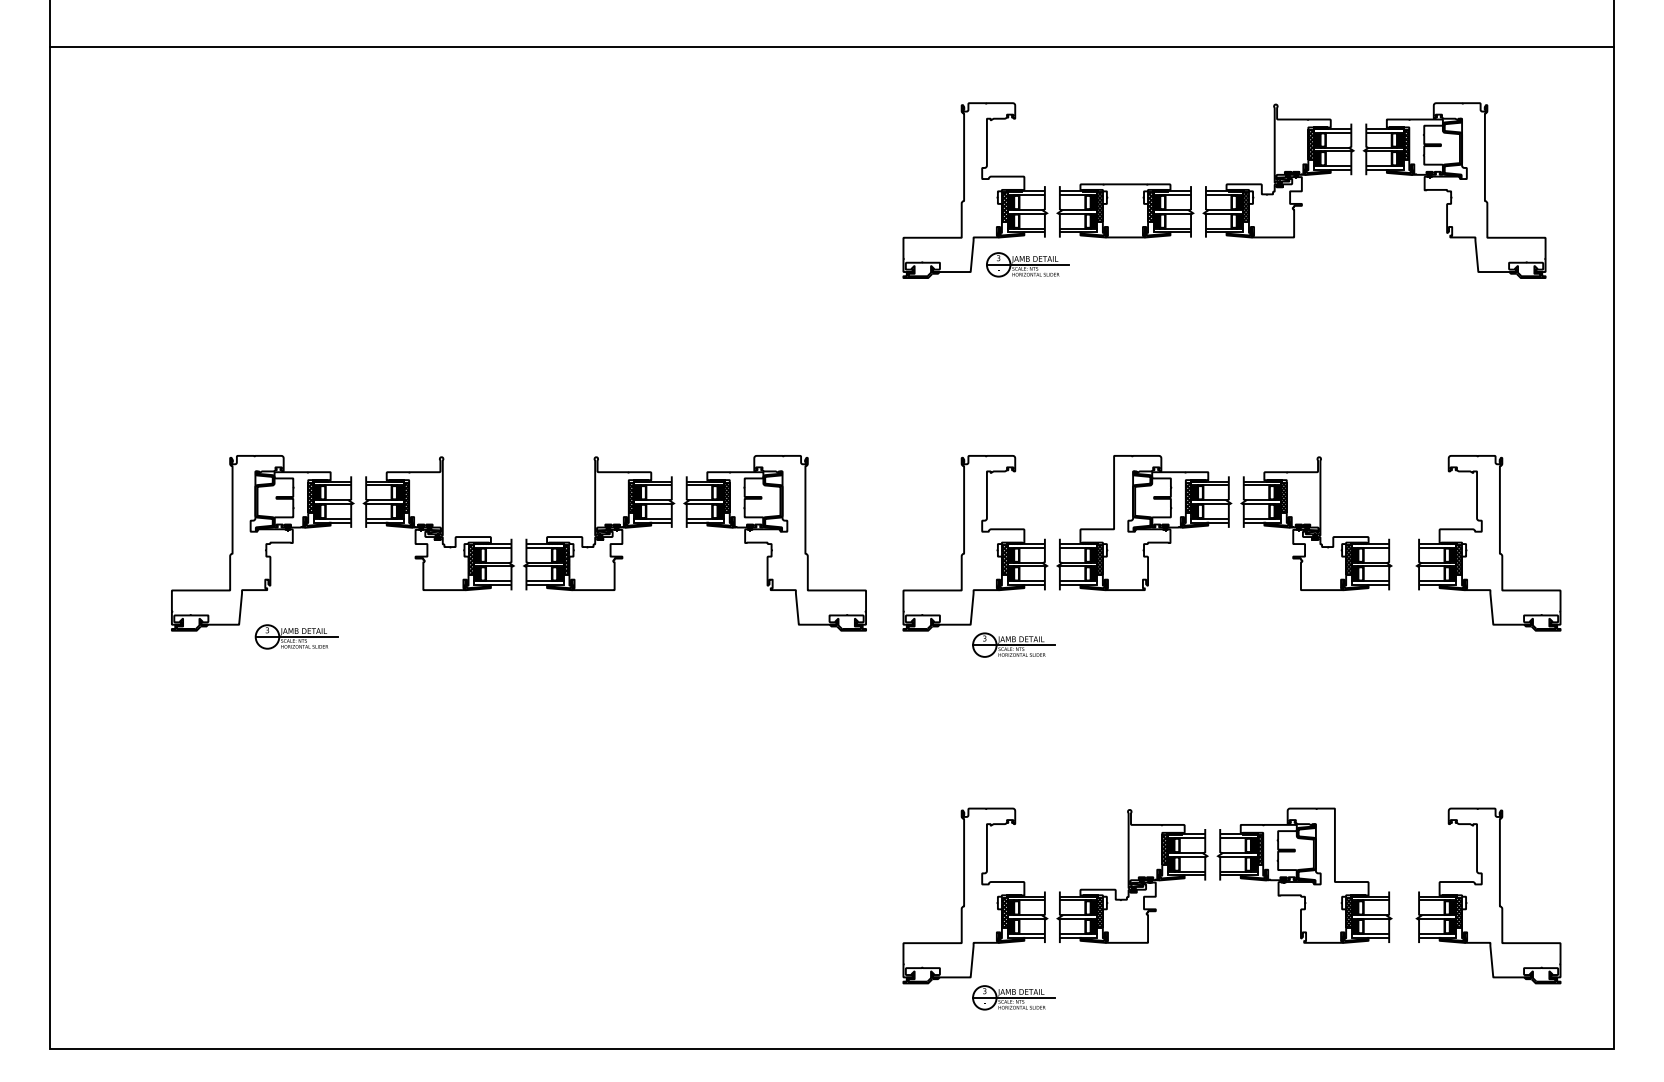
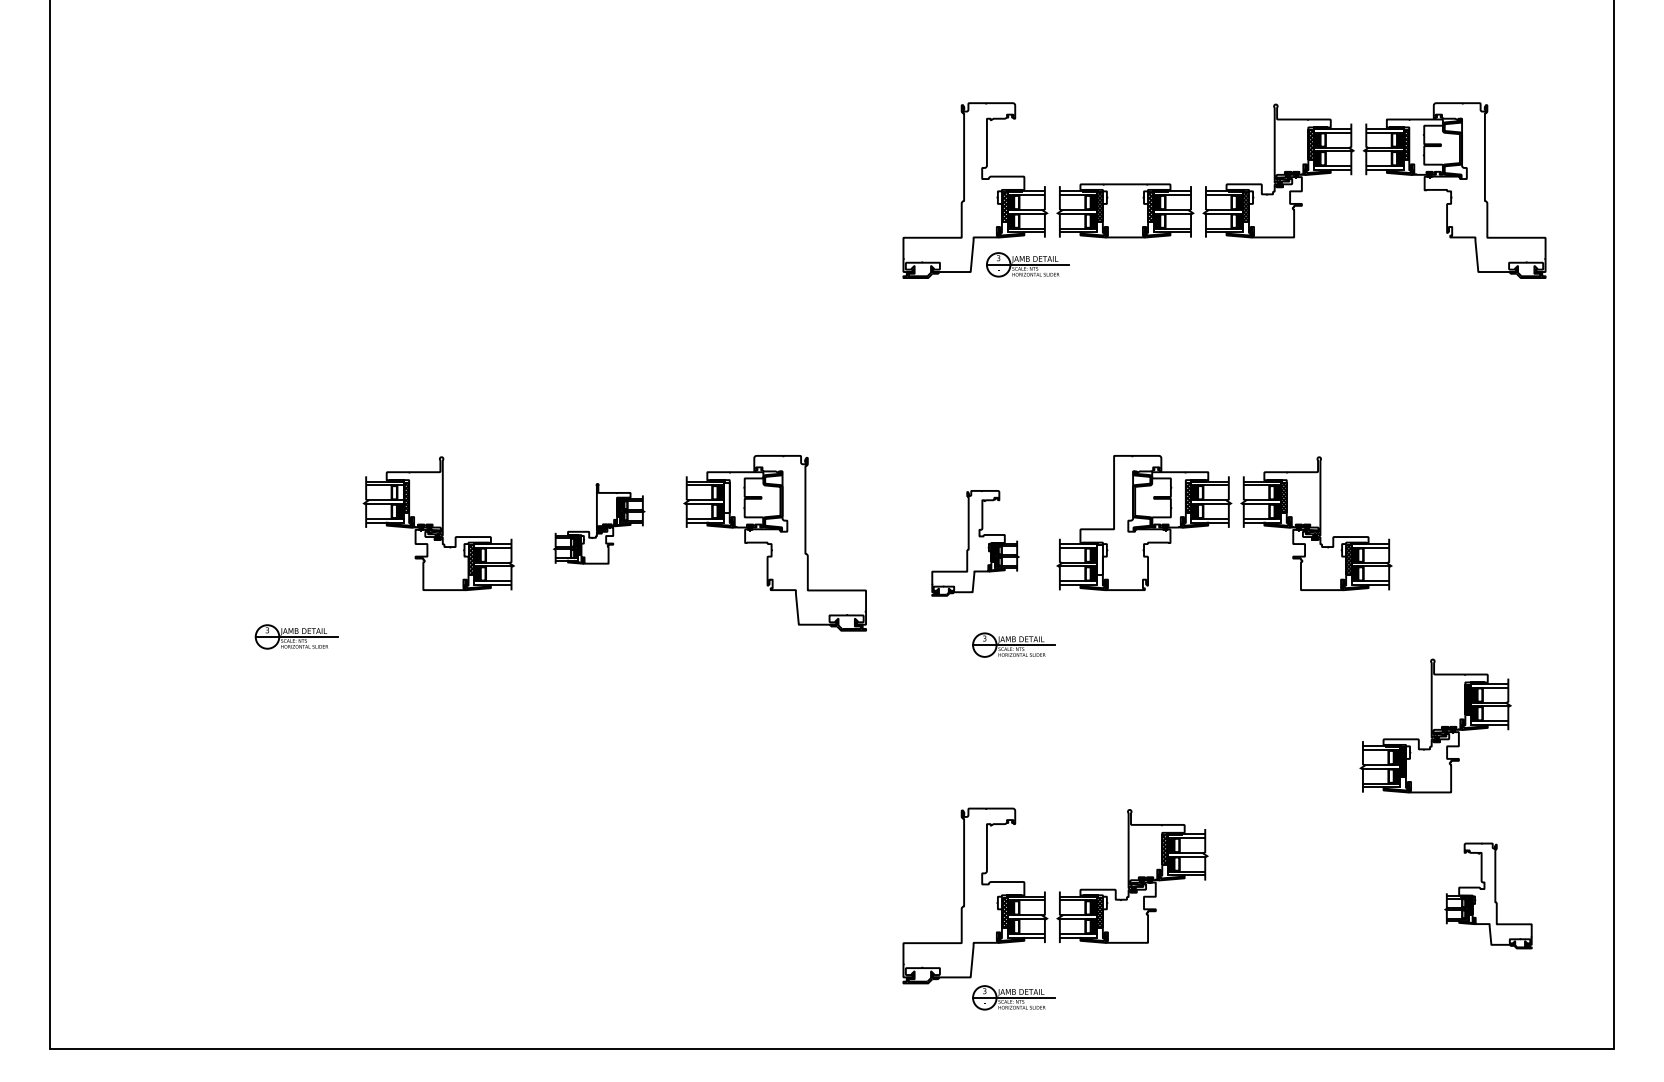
line at (831, 47): present -> none
fill at (399, 492): present -> none
hatch at (726, 497): present -> none
part at (599, 523) size: 153x136 px -> 93x82 px
part at (262, 543): present -> none
part at (975, 543) size: 147x177 px -> 89x107 px
part at (1488, 543): present -> none
hatch at (1099, 560): present -> none
part at (1435, 725): none -> present
part at (1304, 875): present -> none
part at (1488, 895) size: 147x178 px -> 89x108 px
